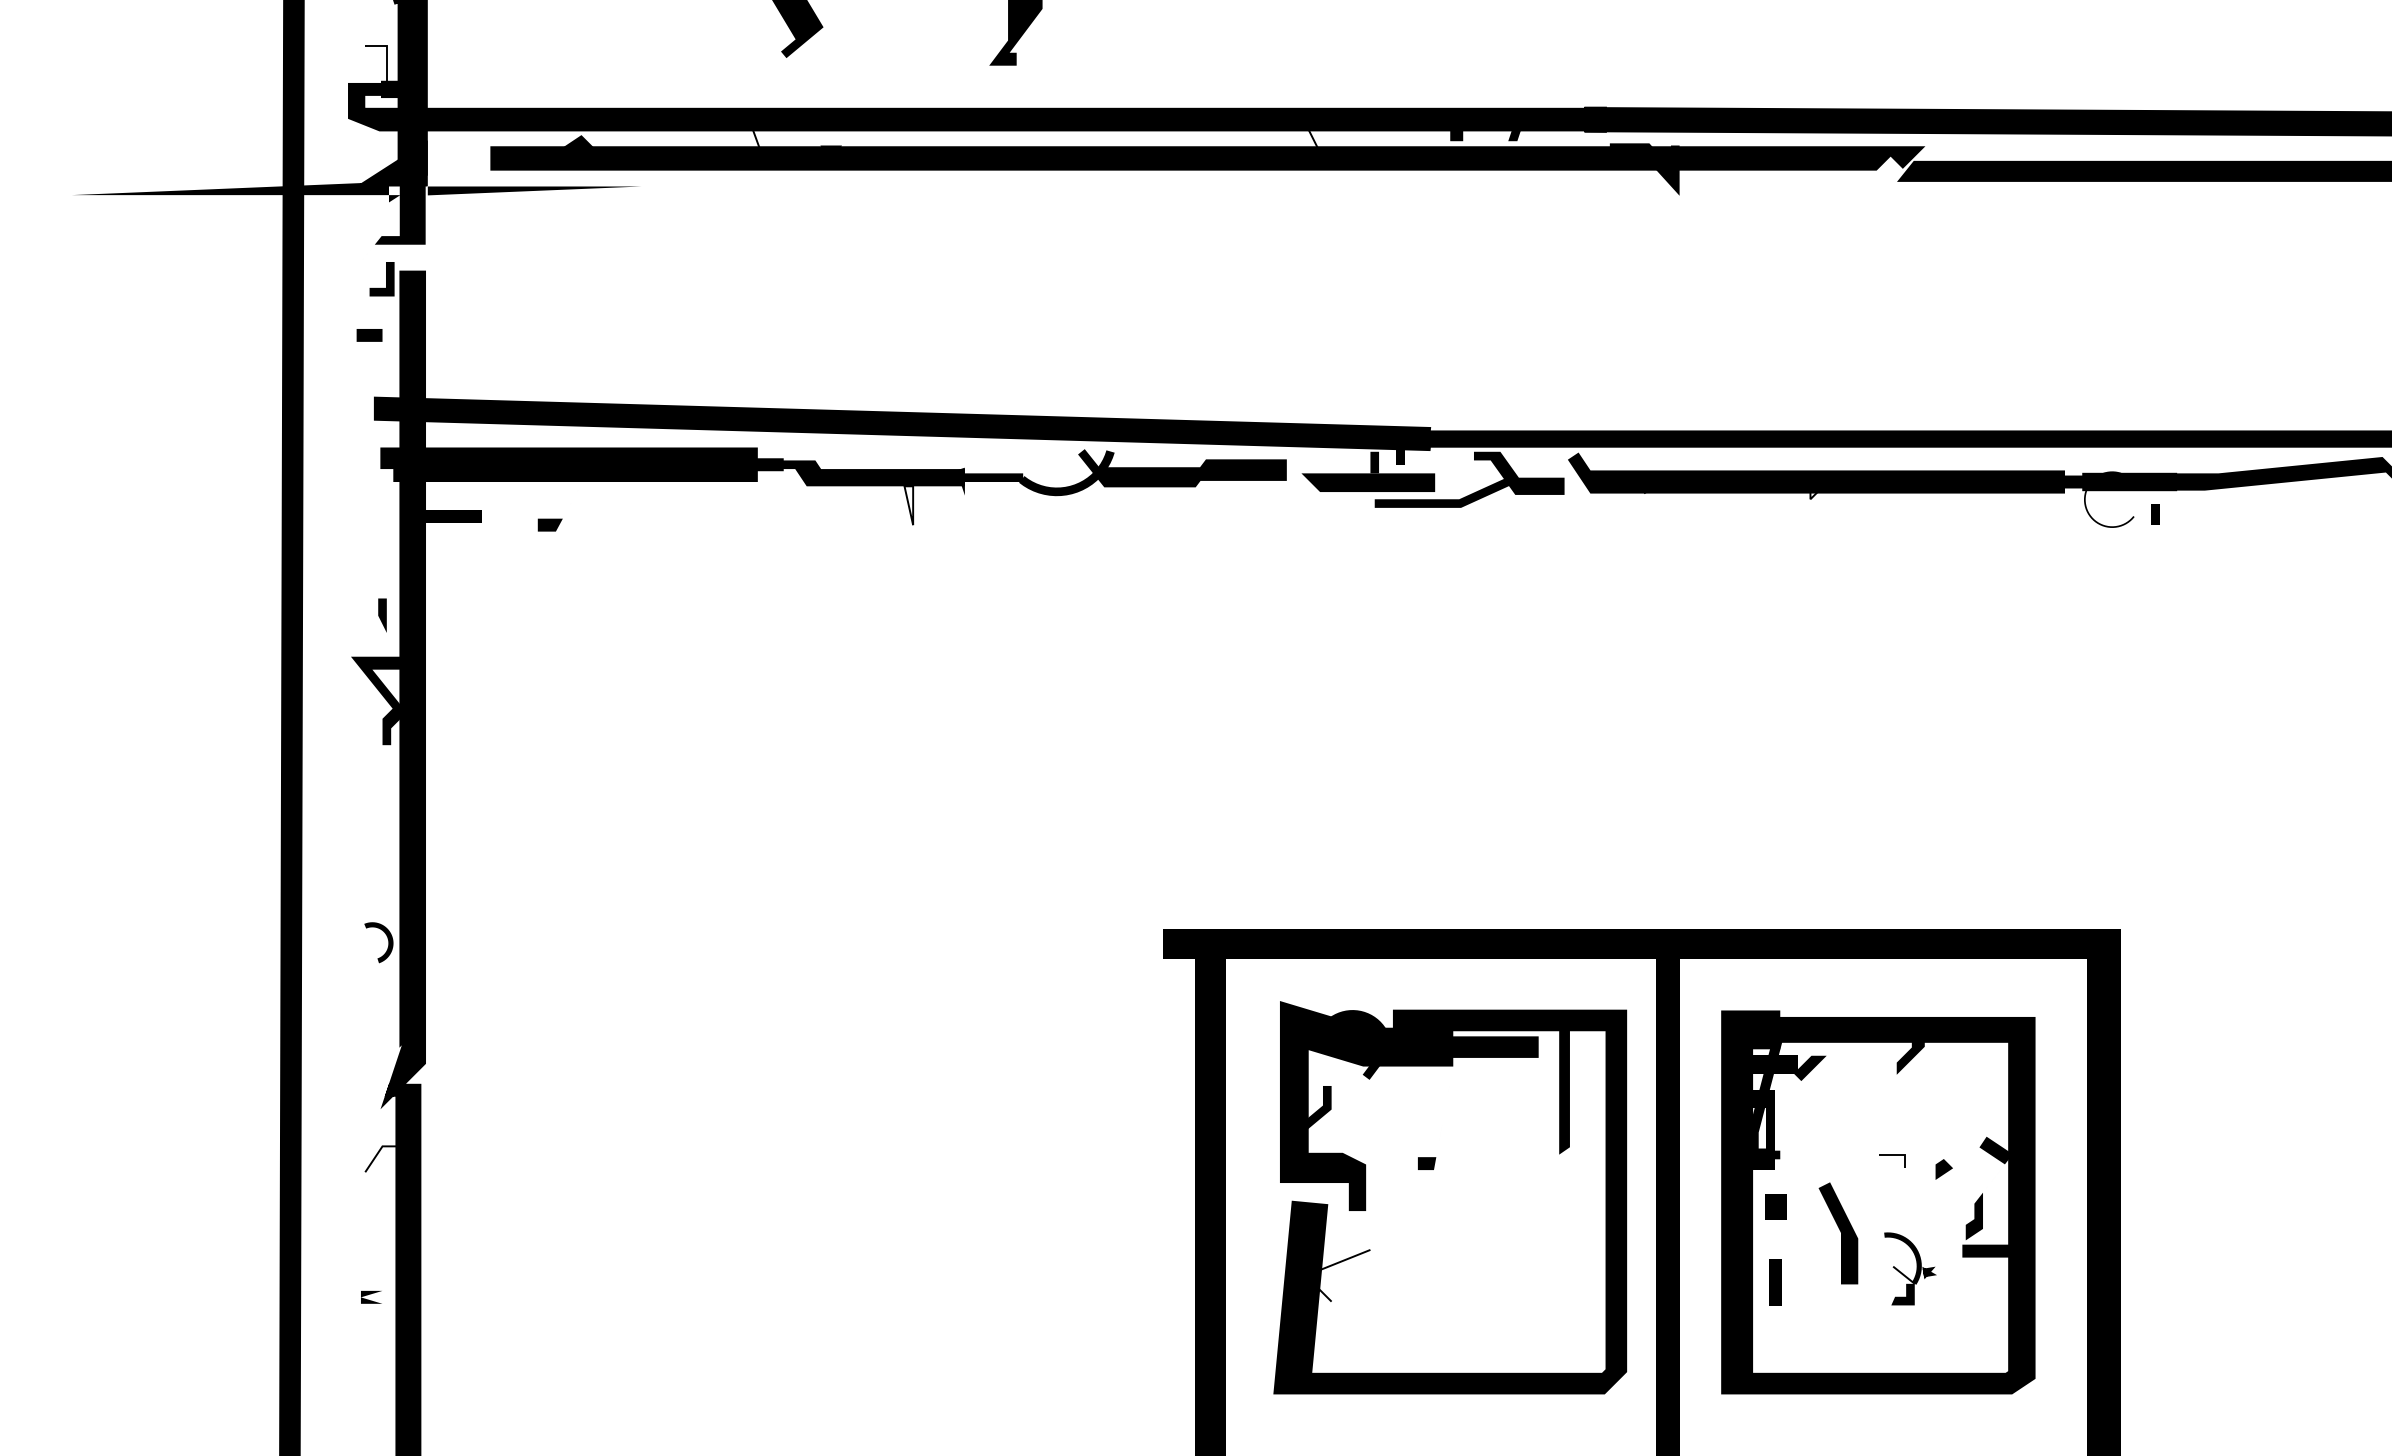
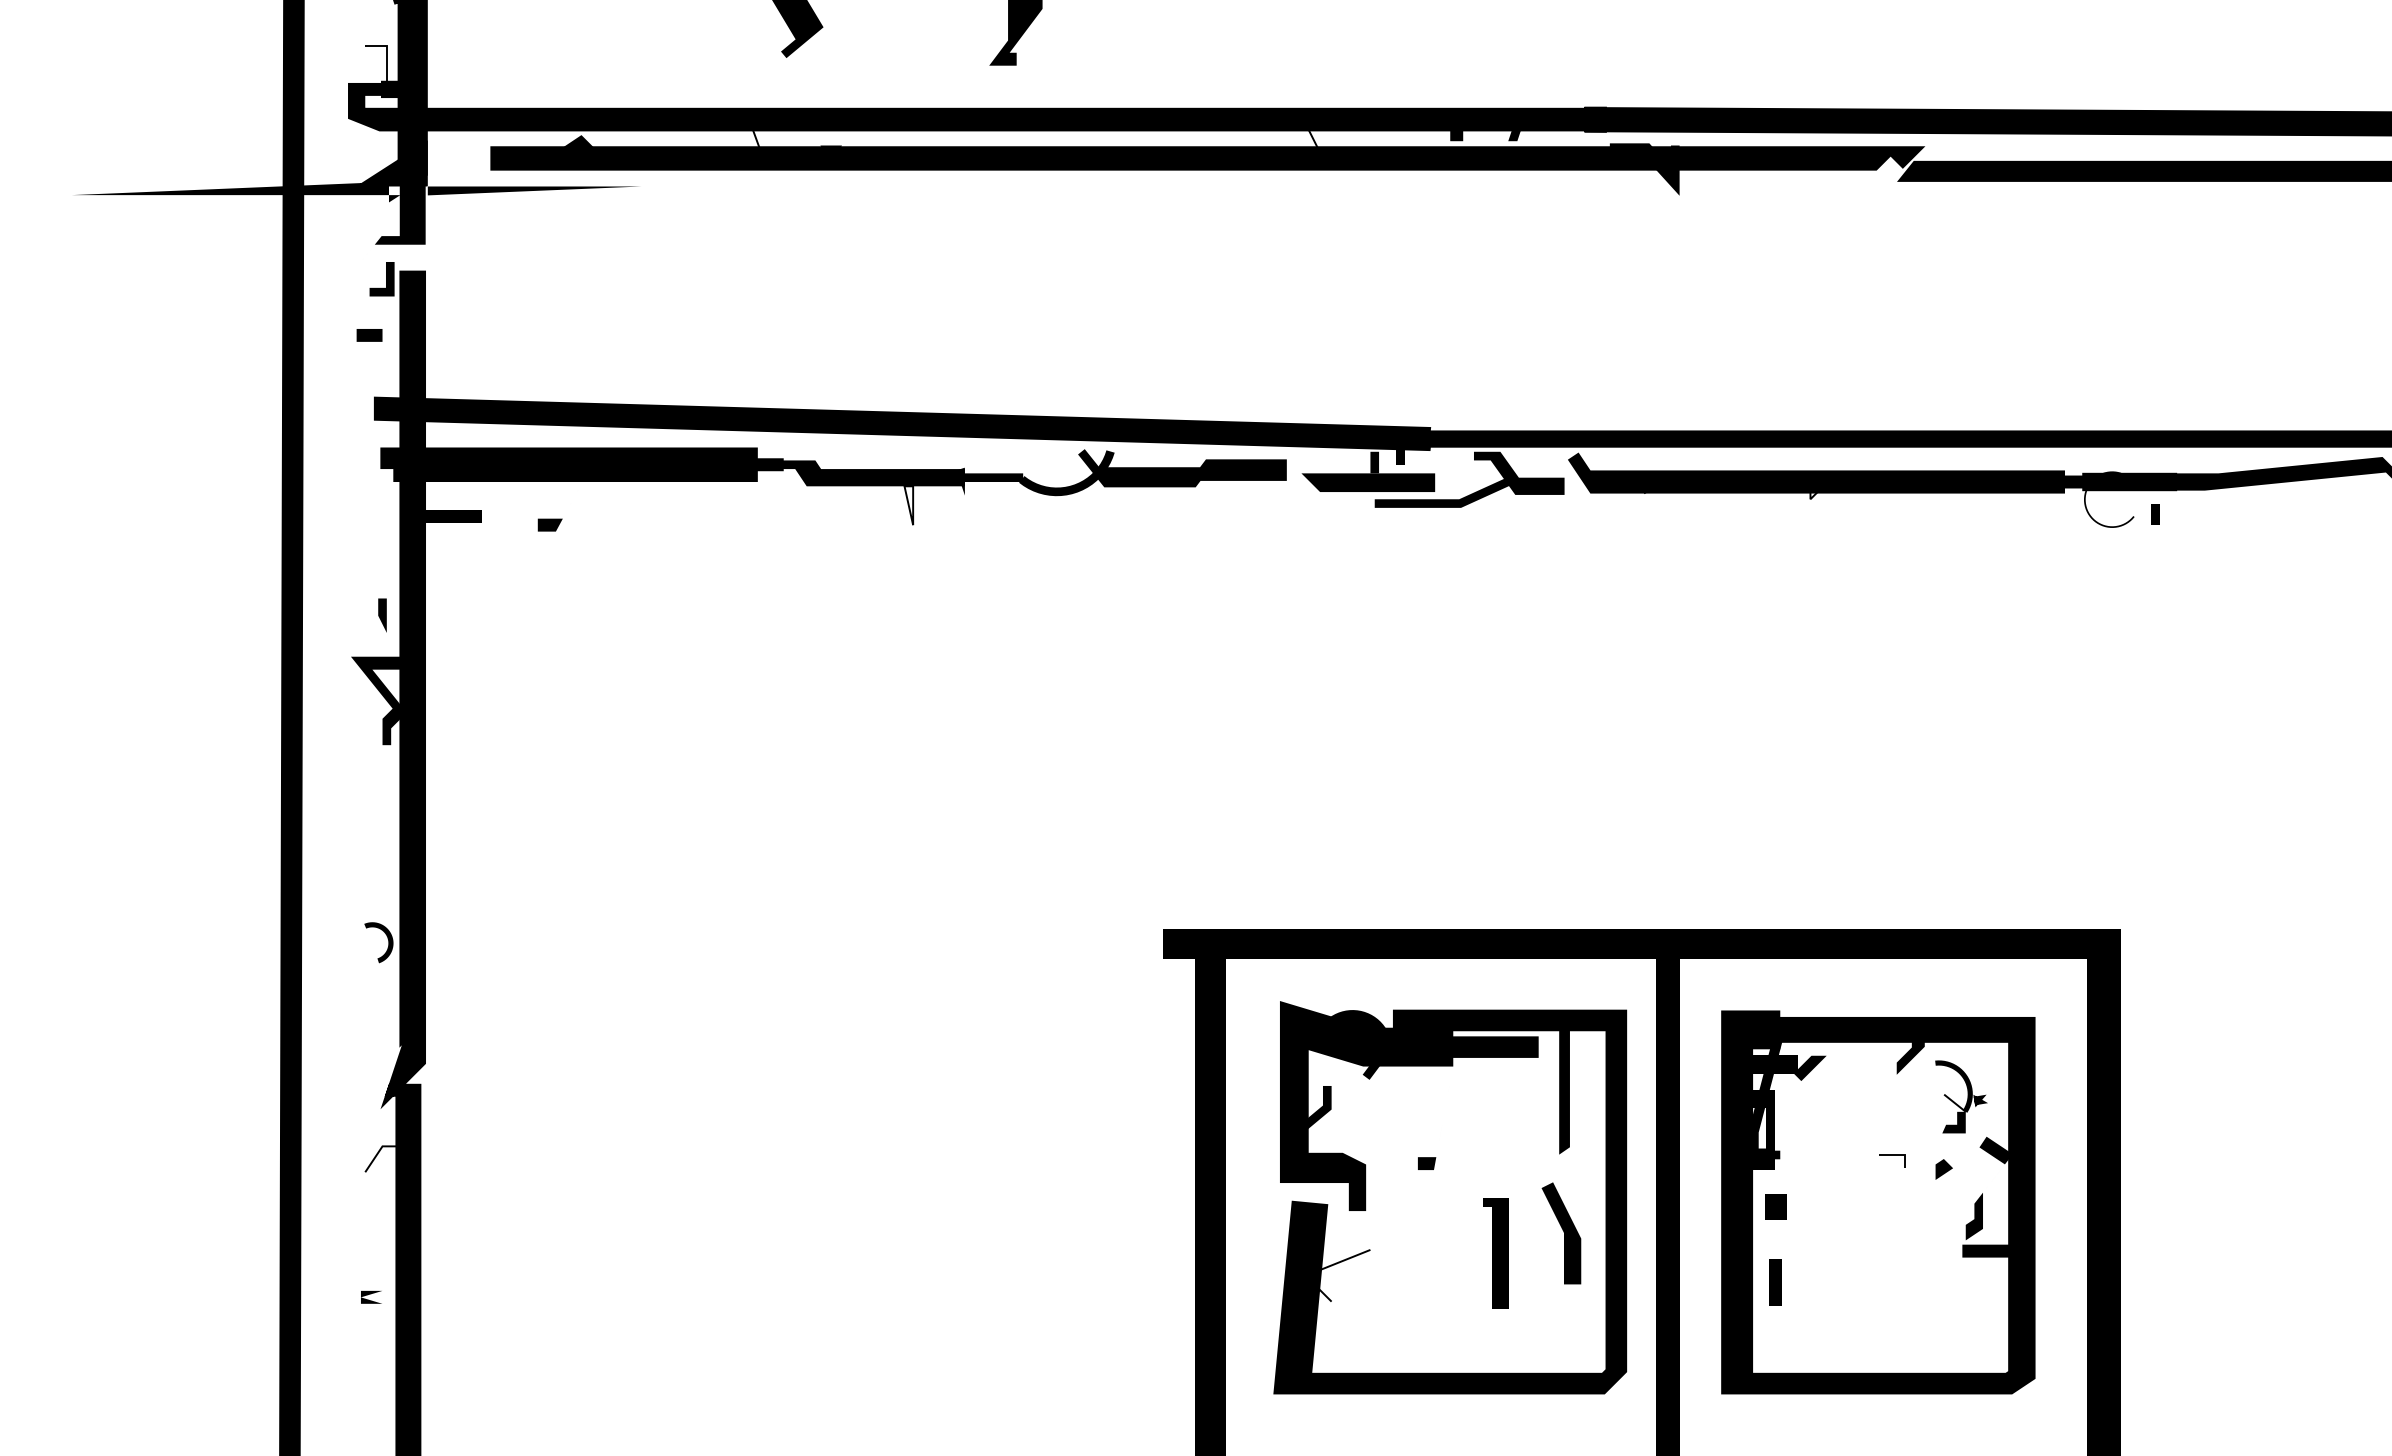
line at (1840, 1232) position: (1840, 1232) -> (1563, 1232)
line at (1495, 1253): none -> present
part at (1910, 1268) position: (1910, 1268) -> (1961, 1096)
